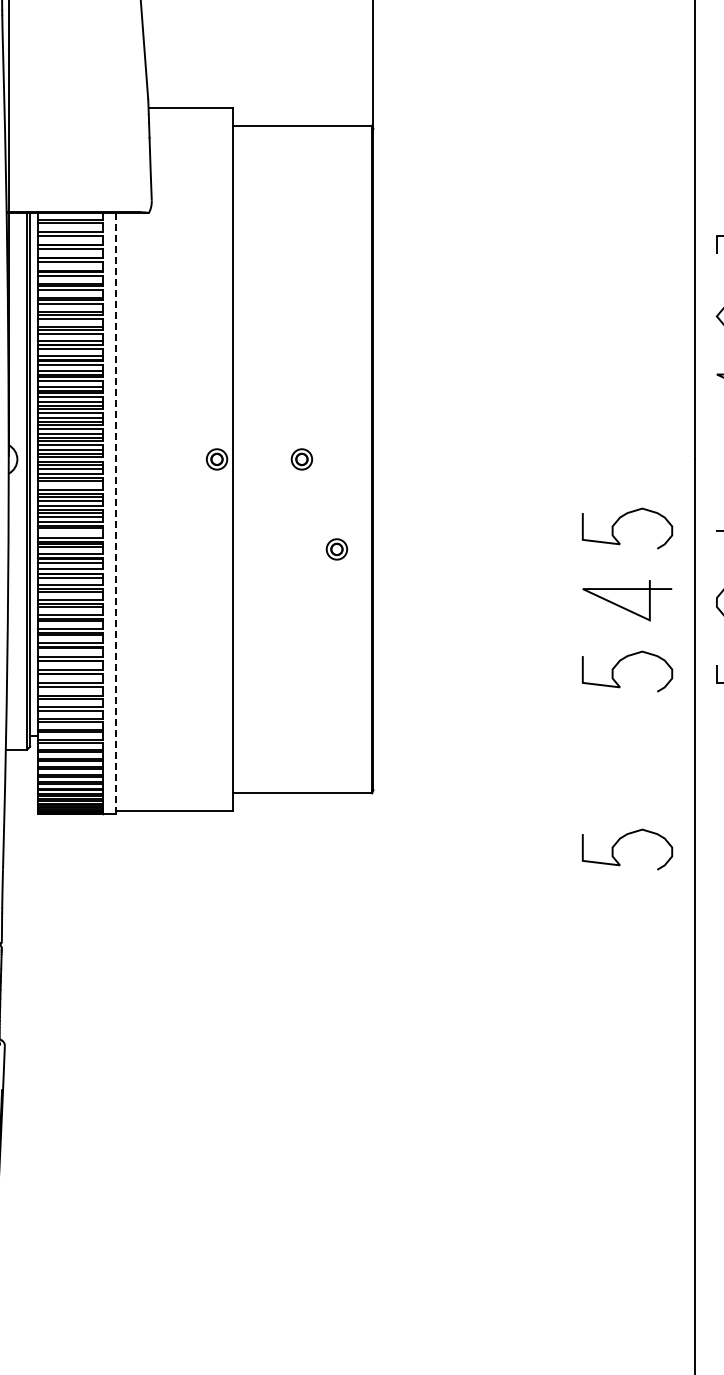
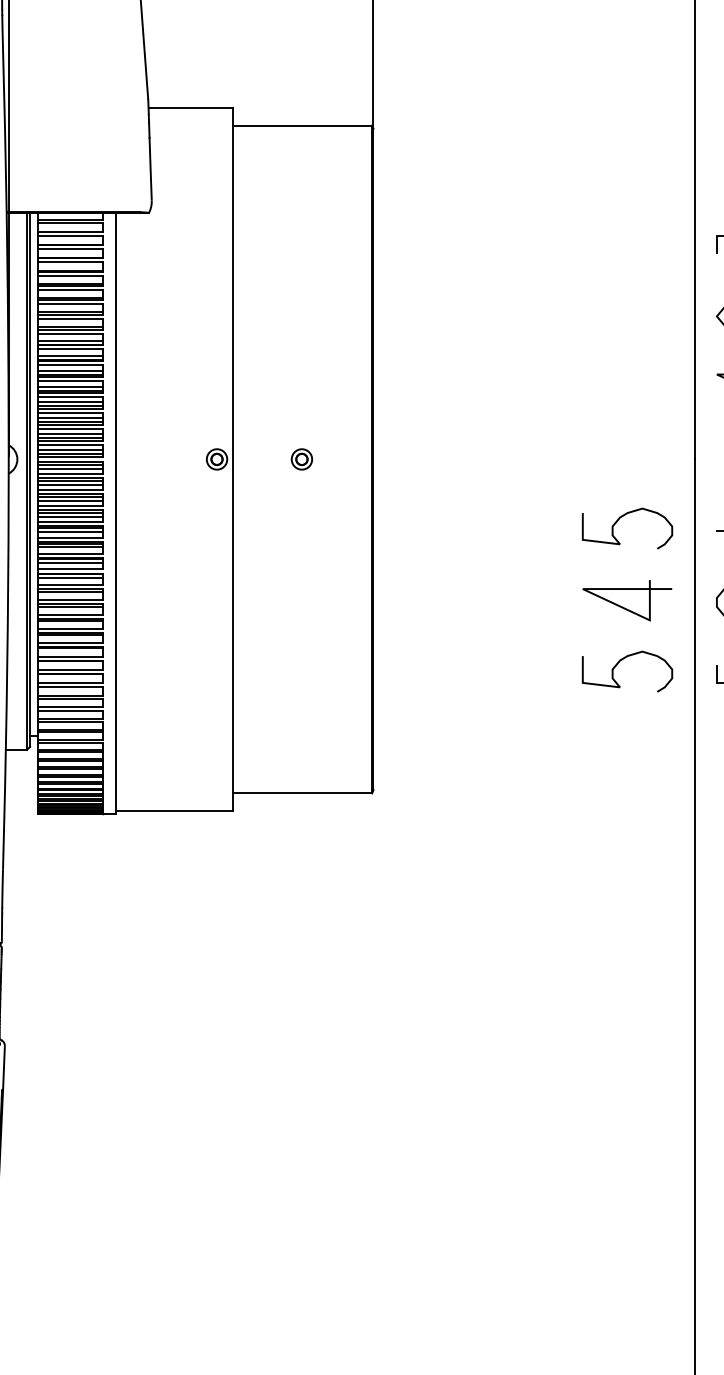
line at (70, 485): none -> present
line at (116, 513): dashed -> solid
line at (70, 532): none -> present
part at (336, 549): present -> none
curve at (618, 842): present -> none
